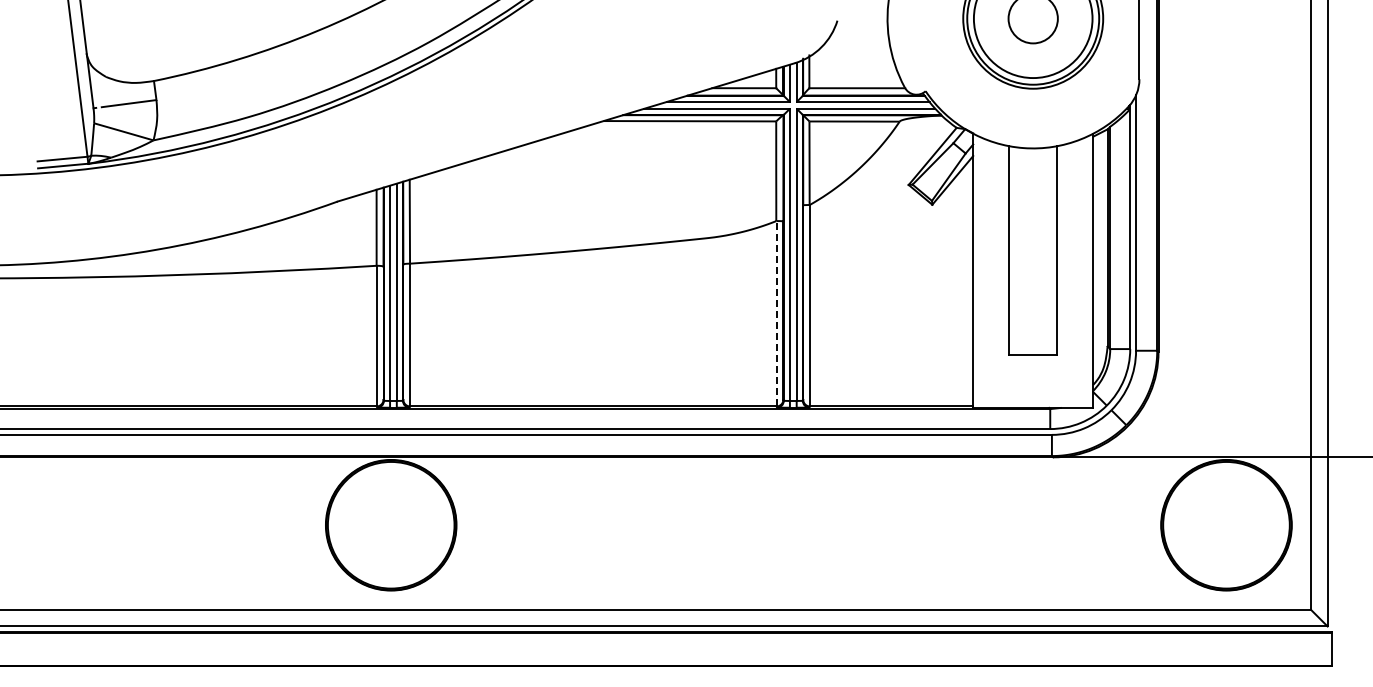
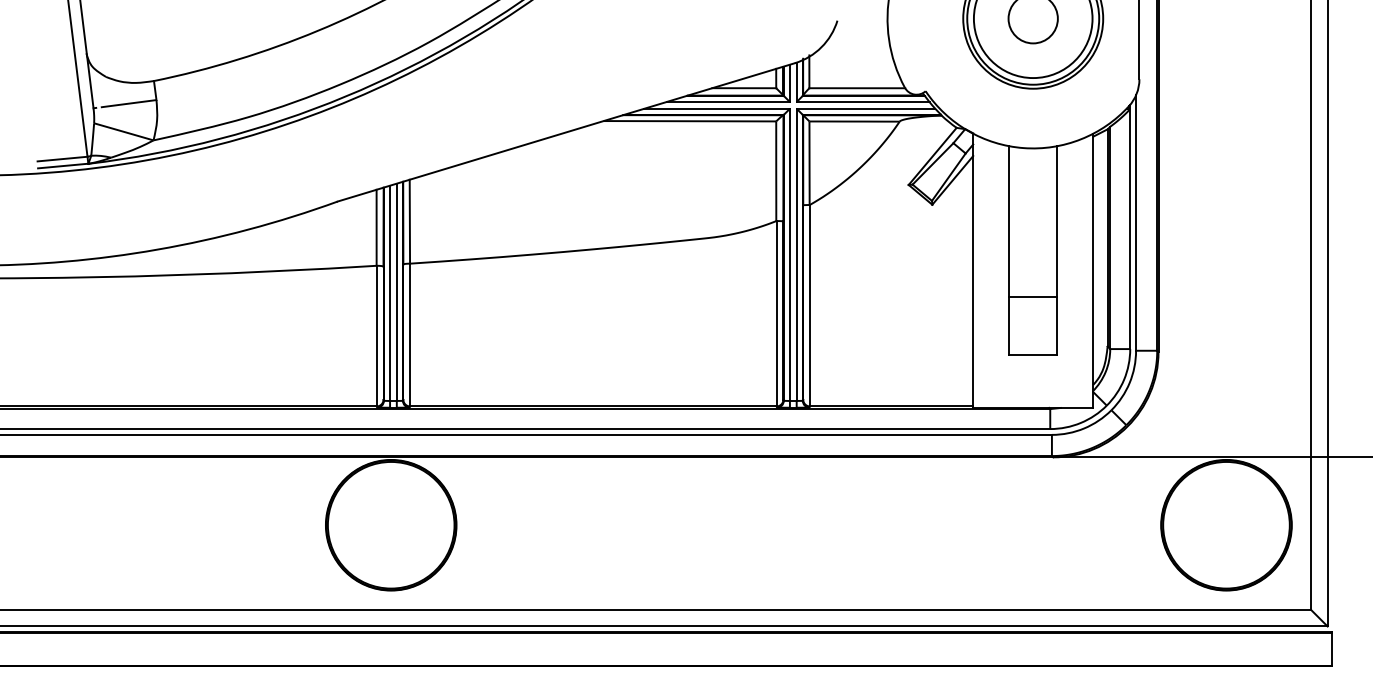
line at (1033, 297): none -> present
line at (776, 313): dashed -> solid
